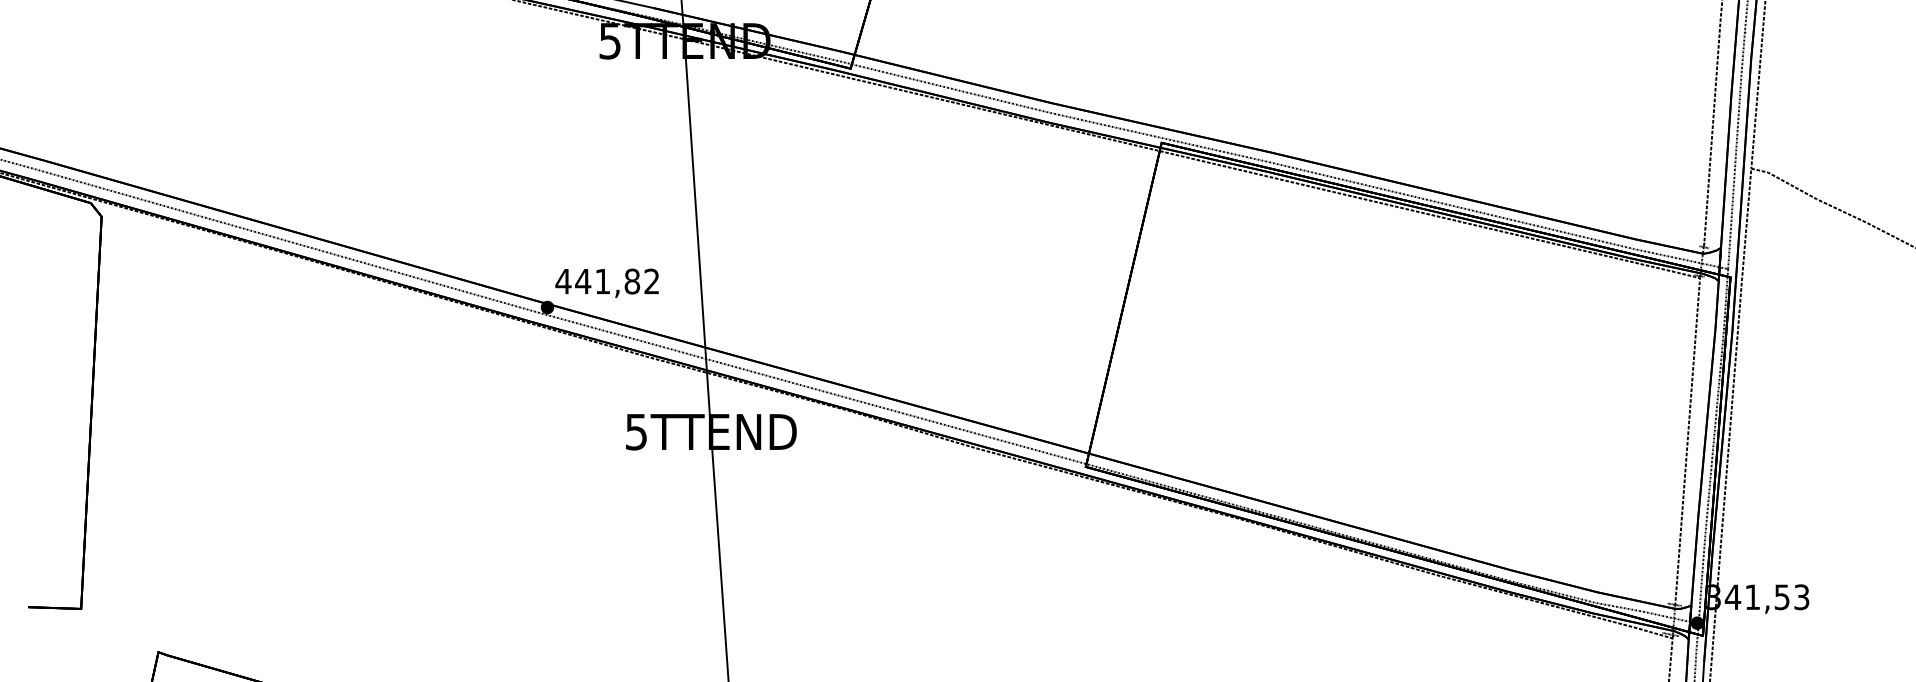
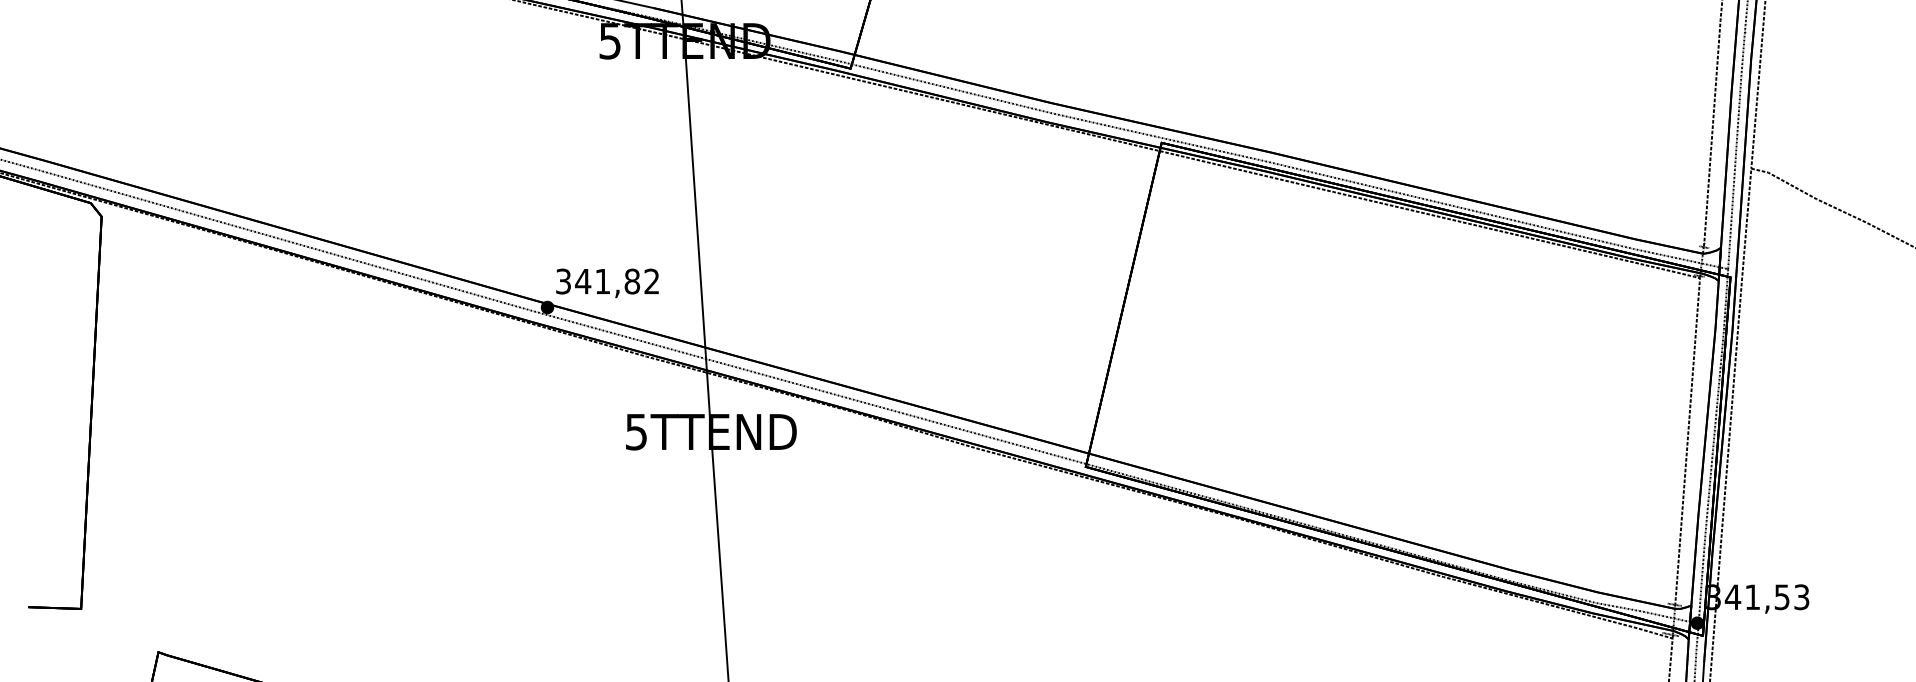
text at (563, 281): 441,82 -> 341,82
